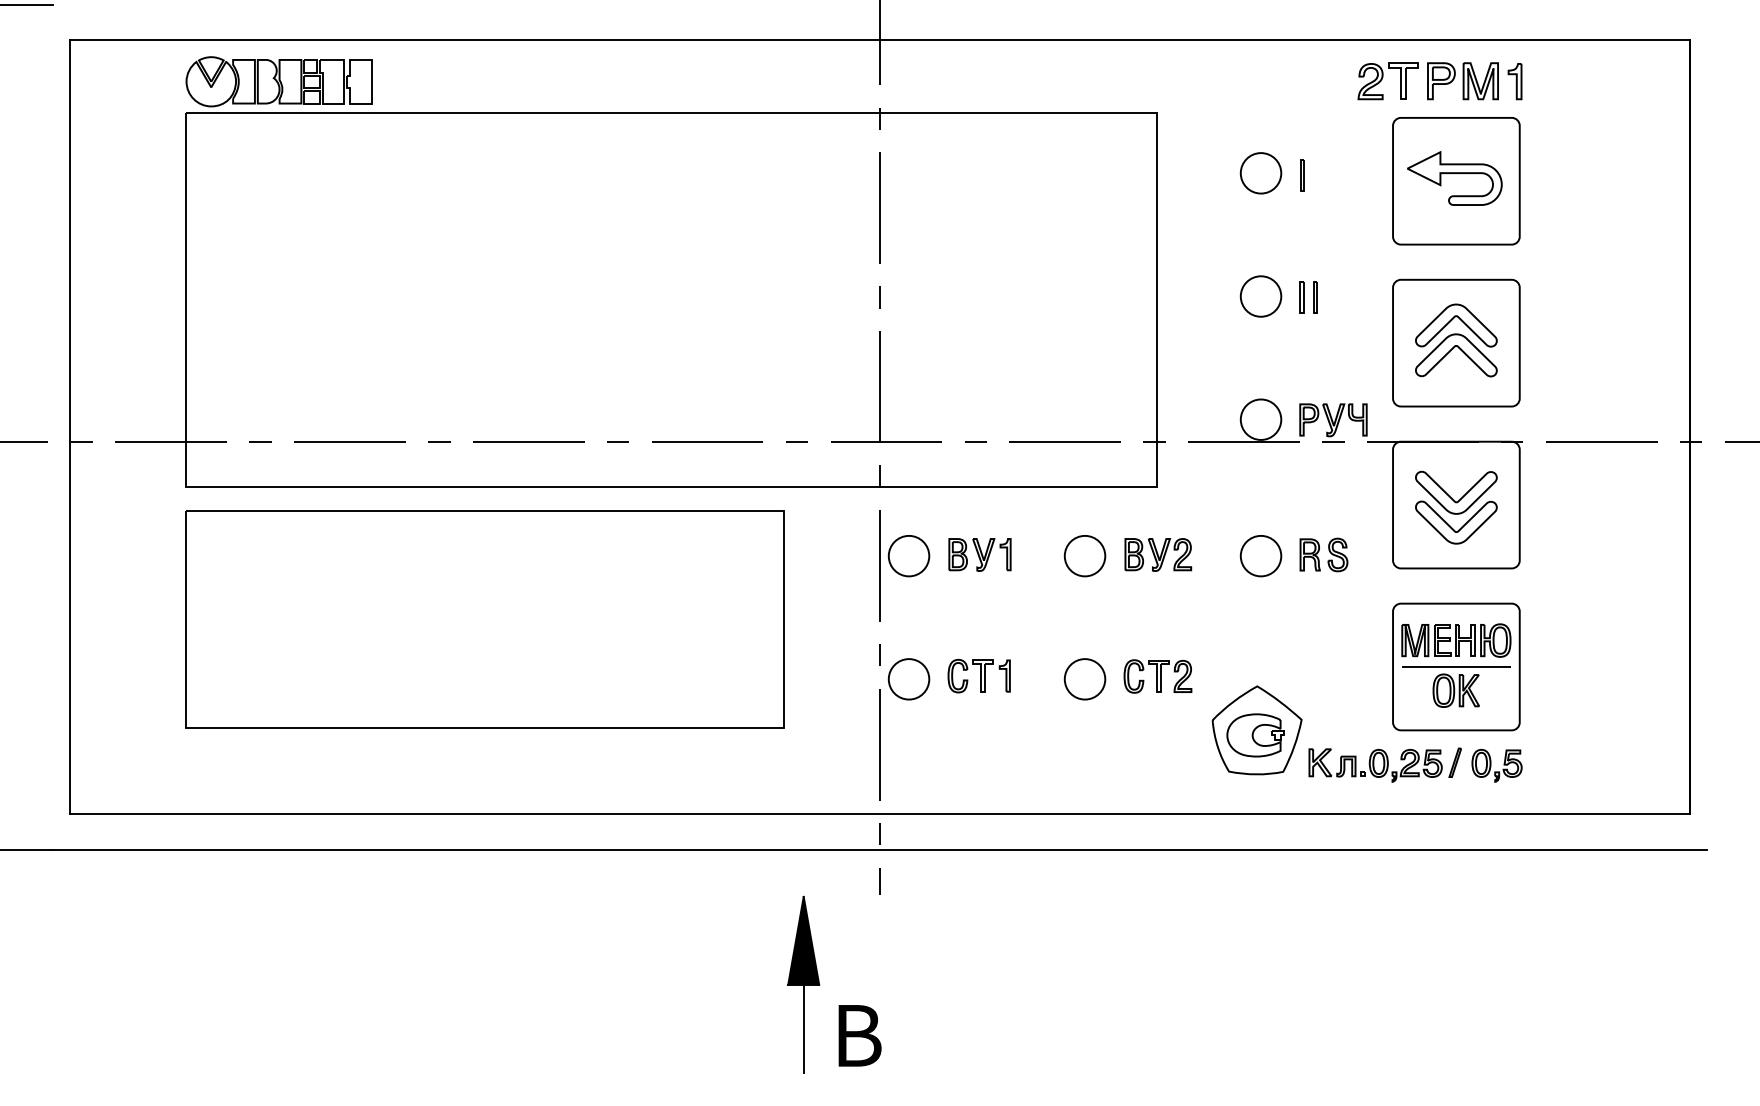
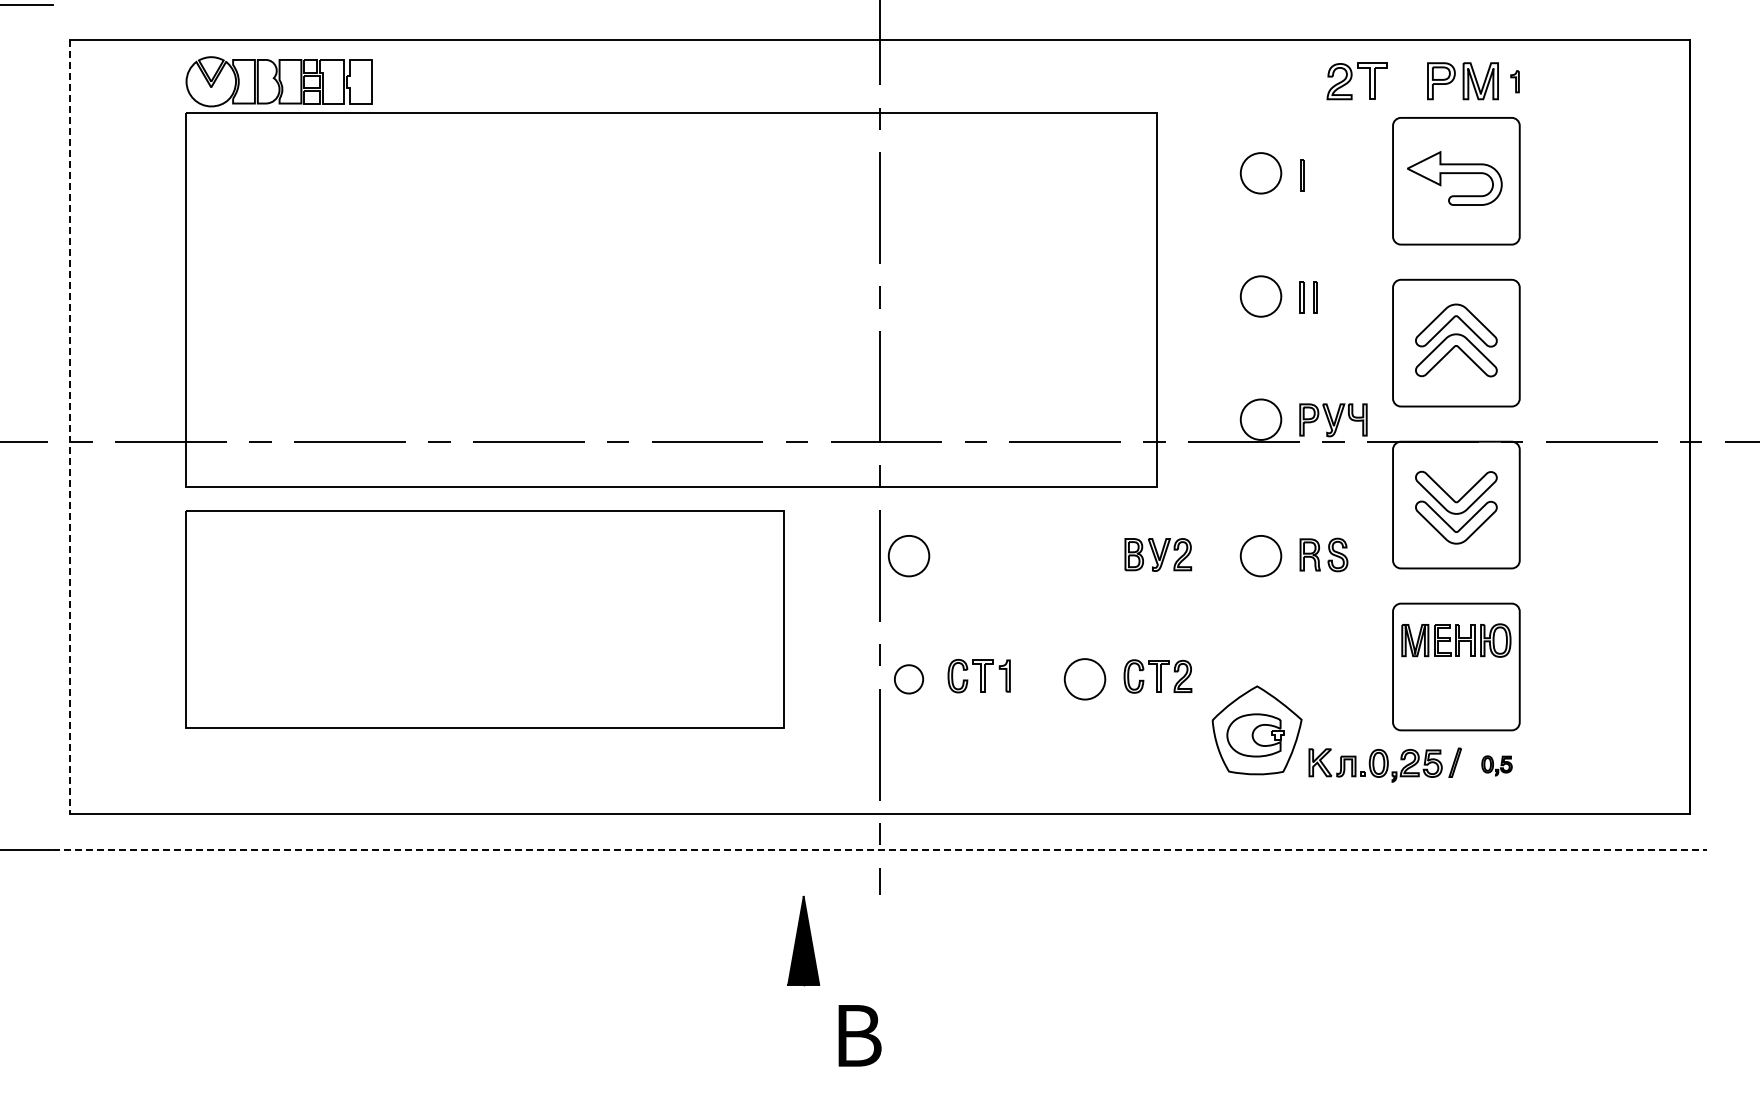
part at (1387, 81) position: (1387, 81) -> (1356, 81)
part at (1514, 81) size: 16x38 px -> 10x24 px
line at (70, 427): solid -> dashed
part at (979, 554): present -> none
part at (1084, 556): present -> none
part at (908, 679) size: 44x43 px -> 31x31 px
part at (1456, 686): present -> none
part at (1496, 765) size: 52x34 px -> 32x22 px
line at (880, 849): solid -> dashed
line at (803, 1028): present -> none
